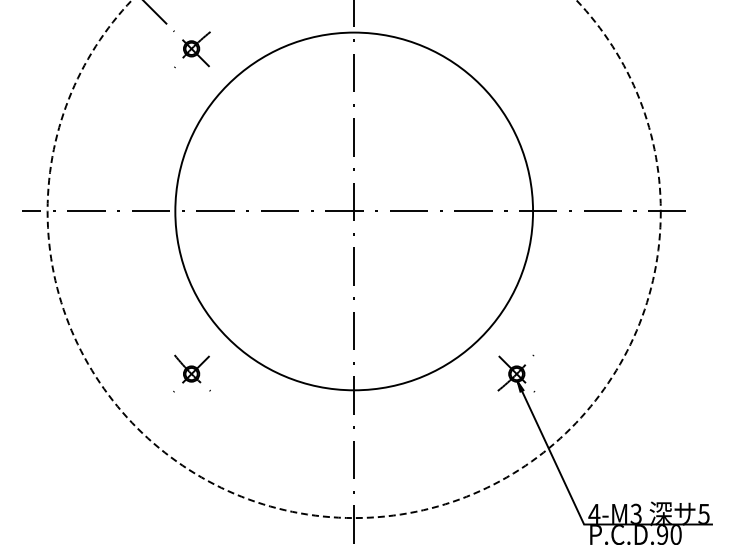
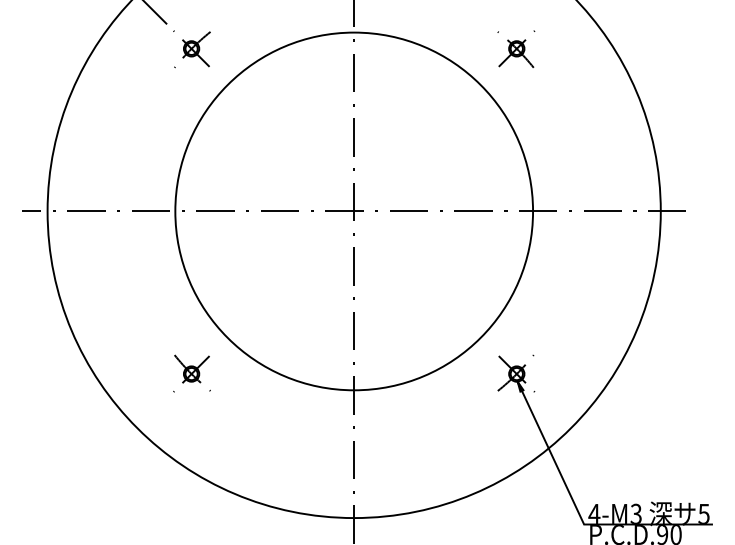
part at (516, 48): none -> present
circle at (353, 259): dashed -> solid
